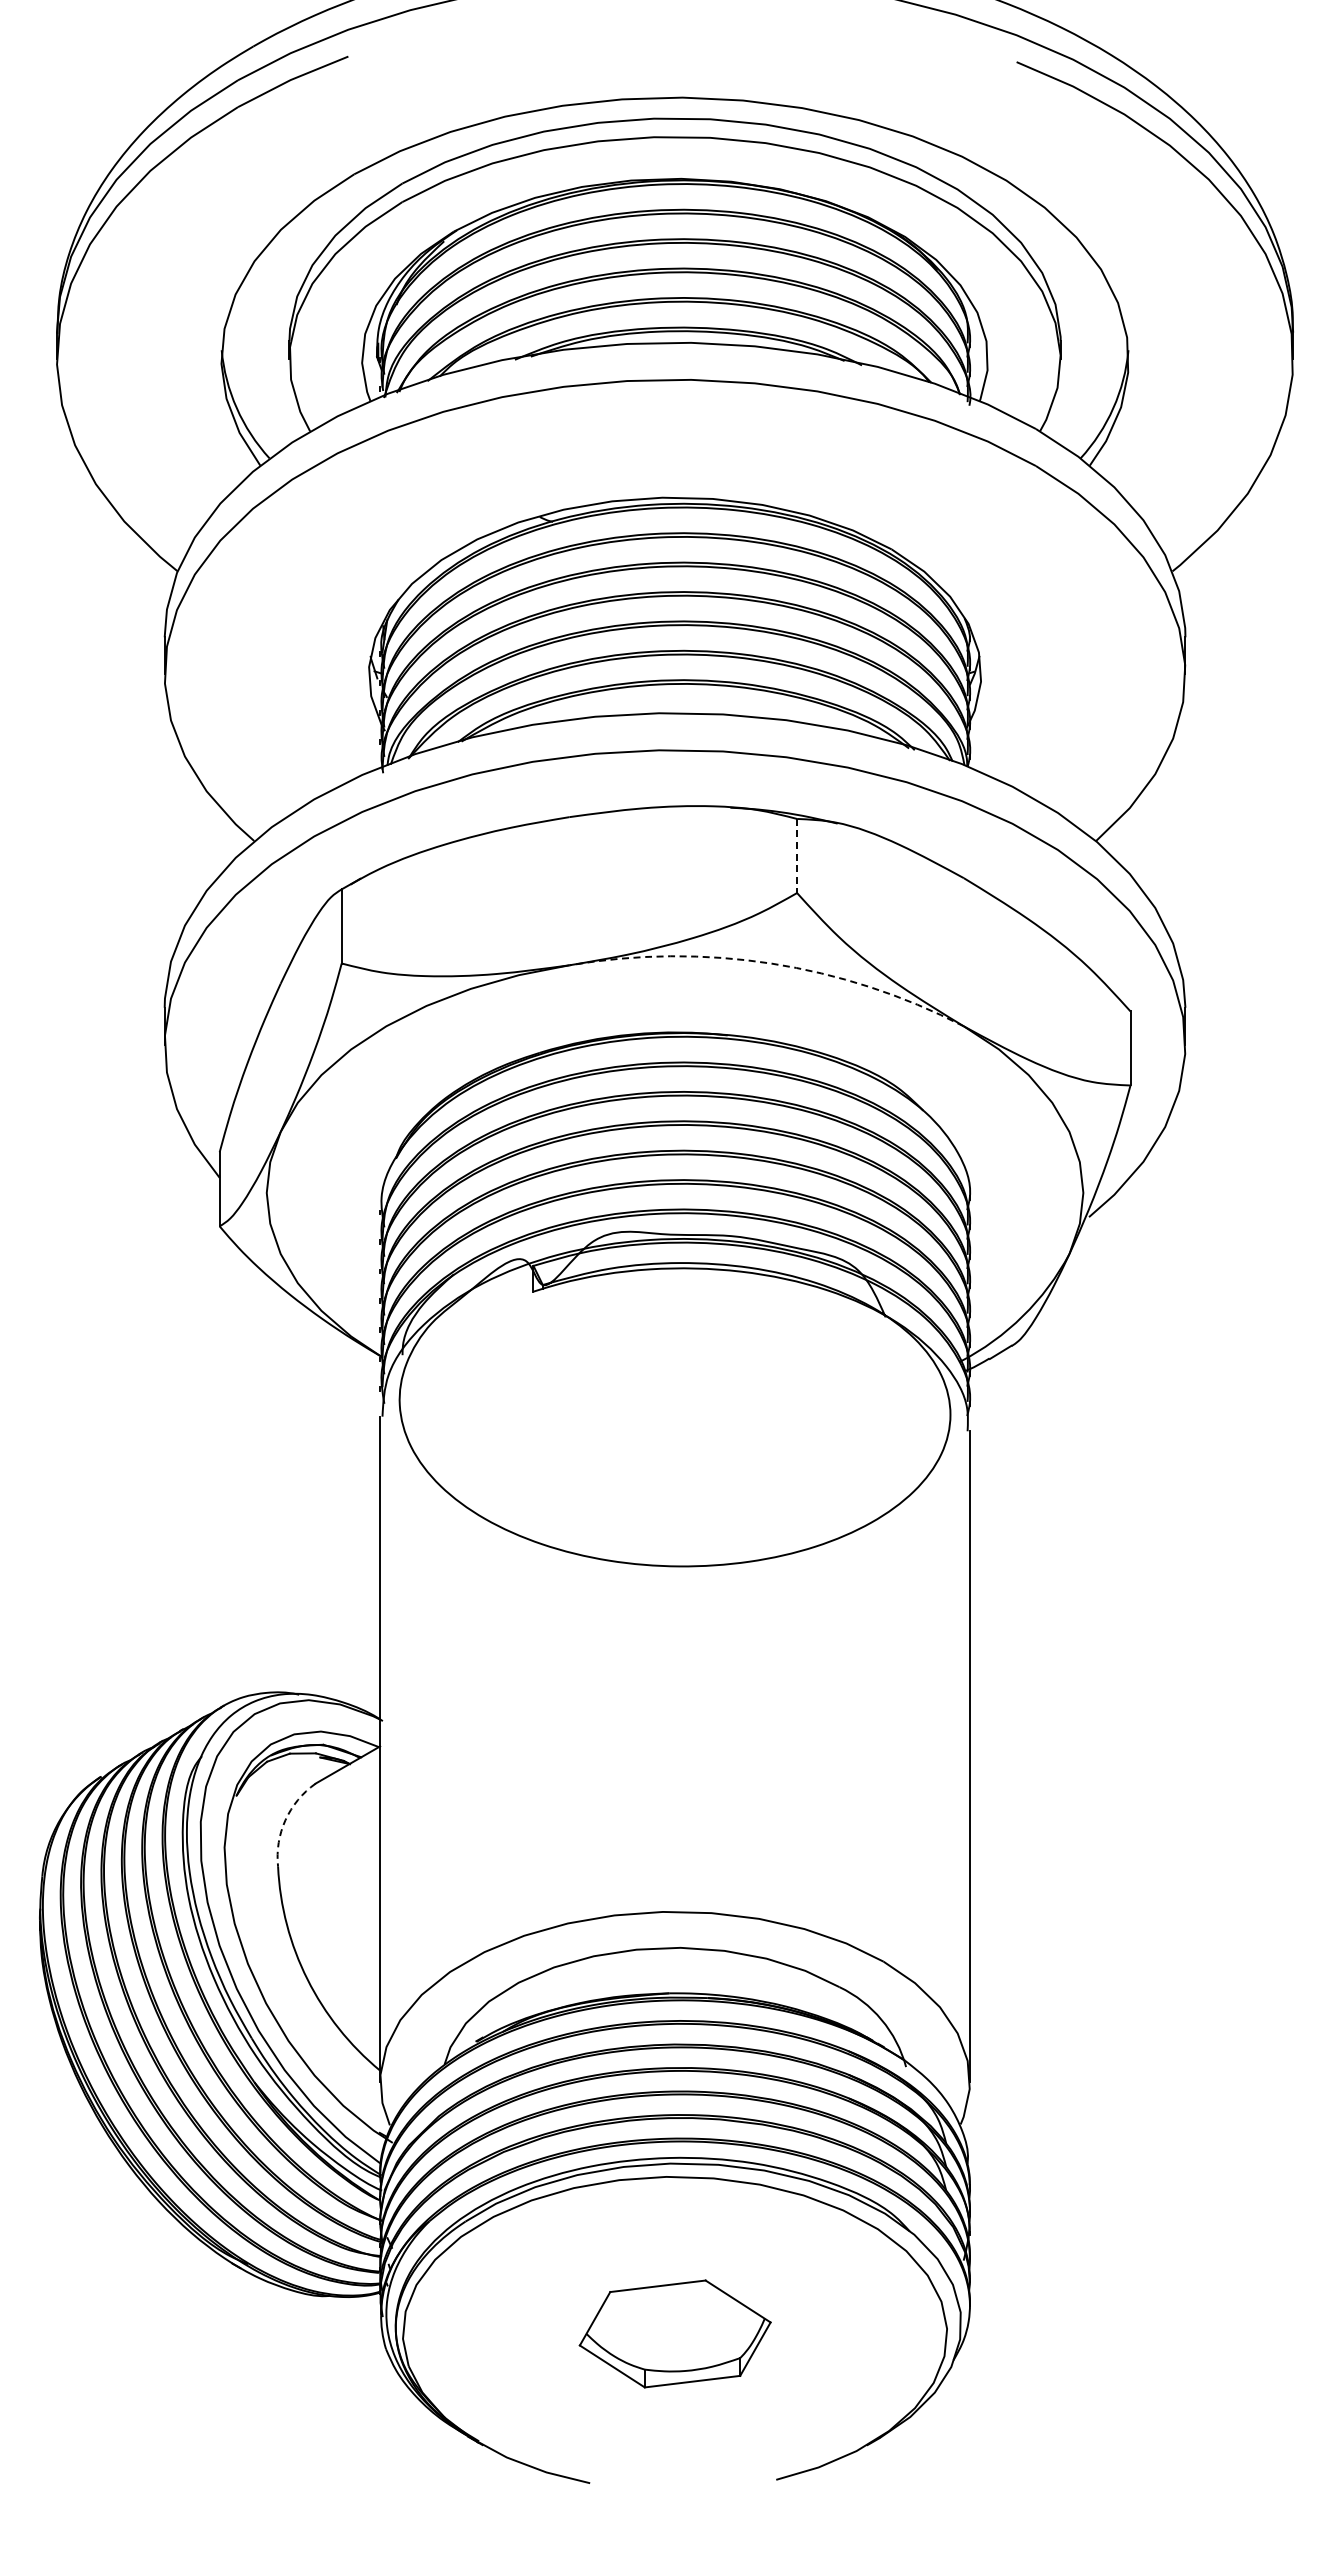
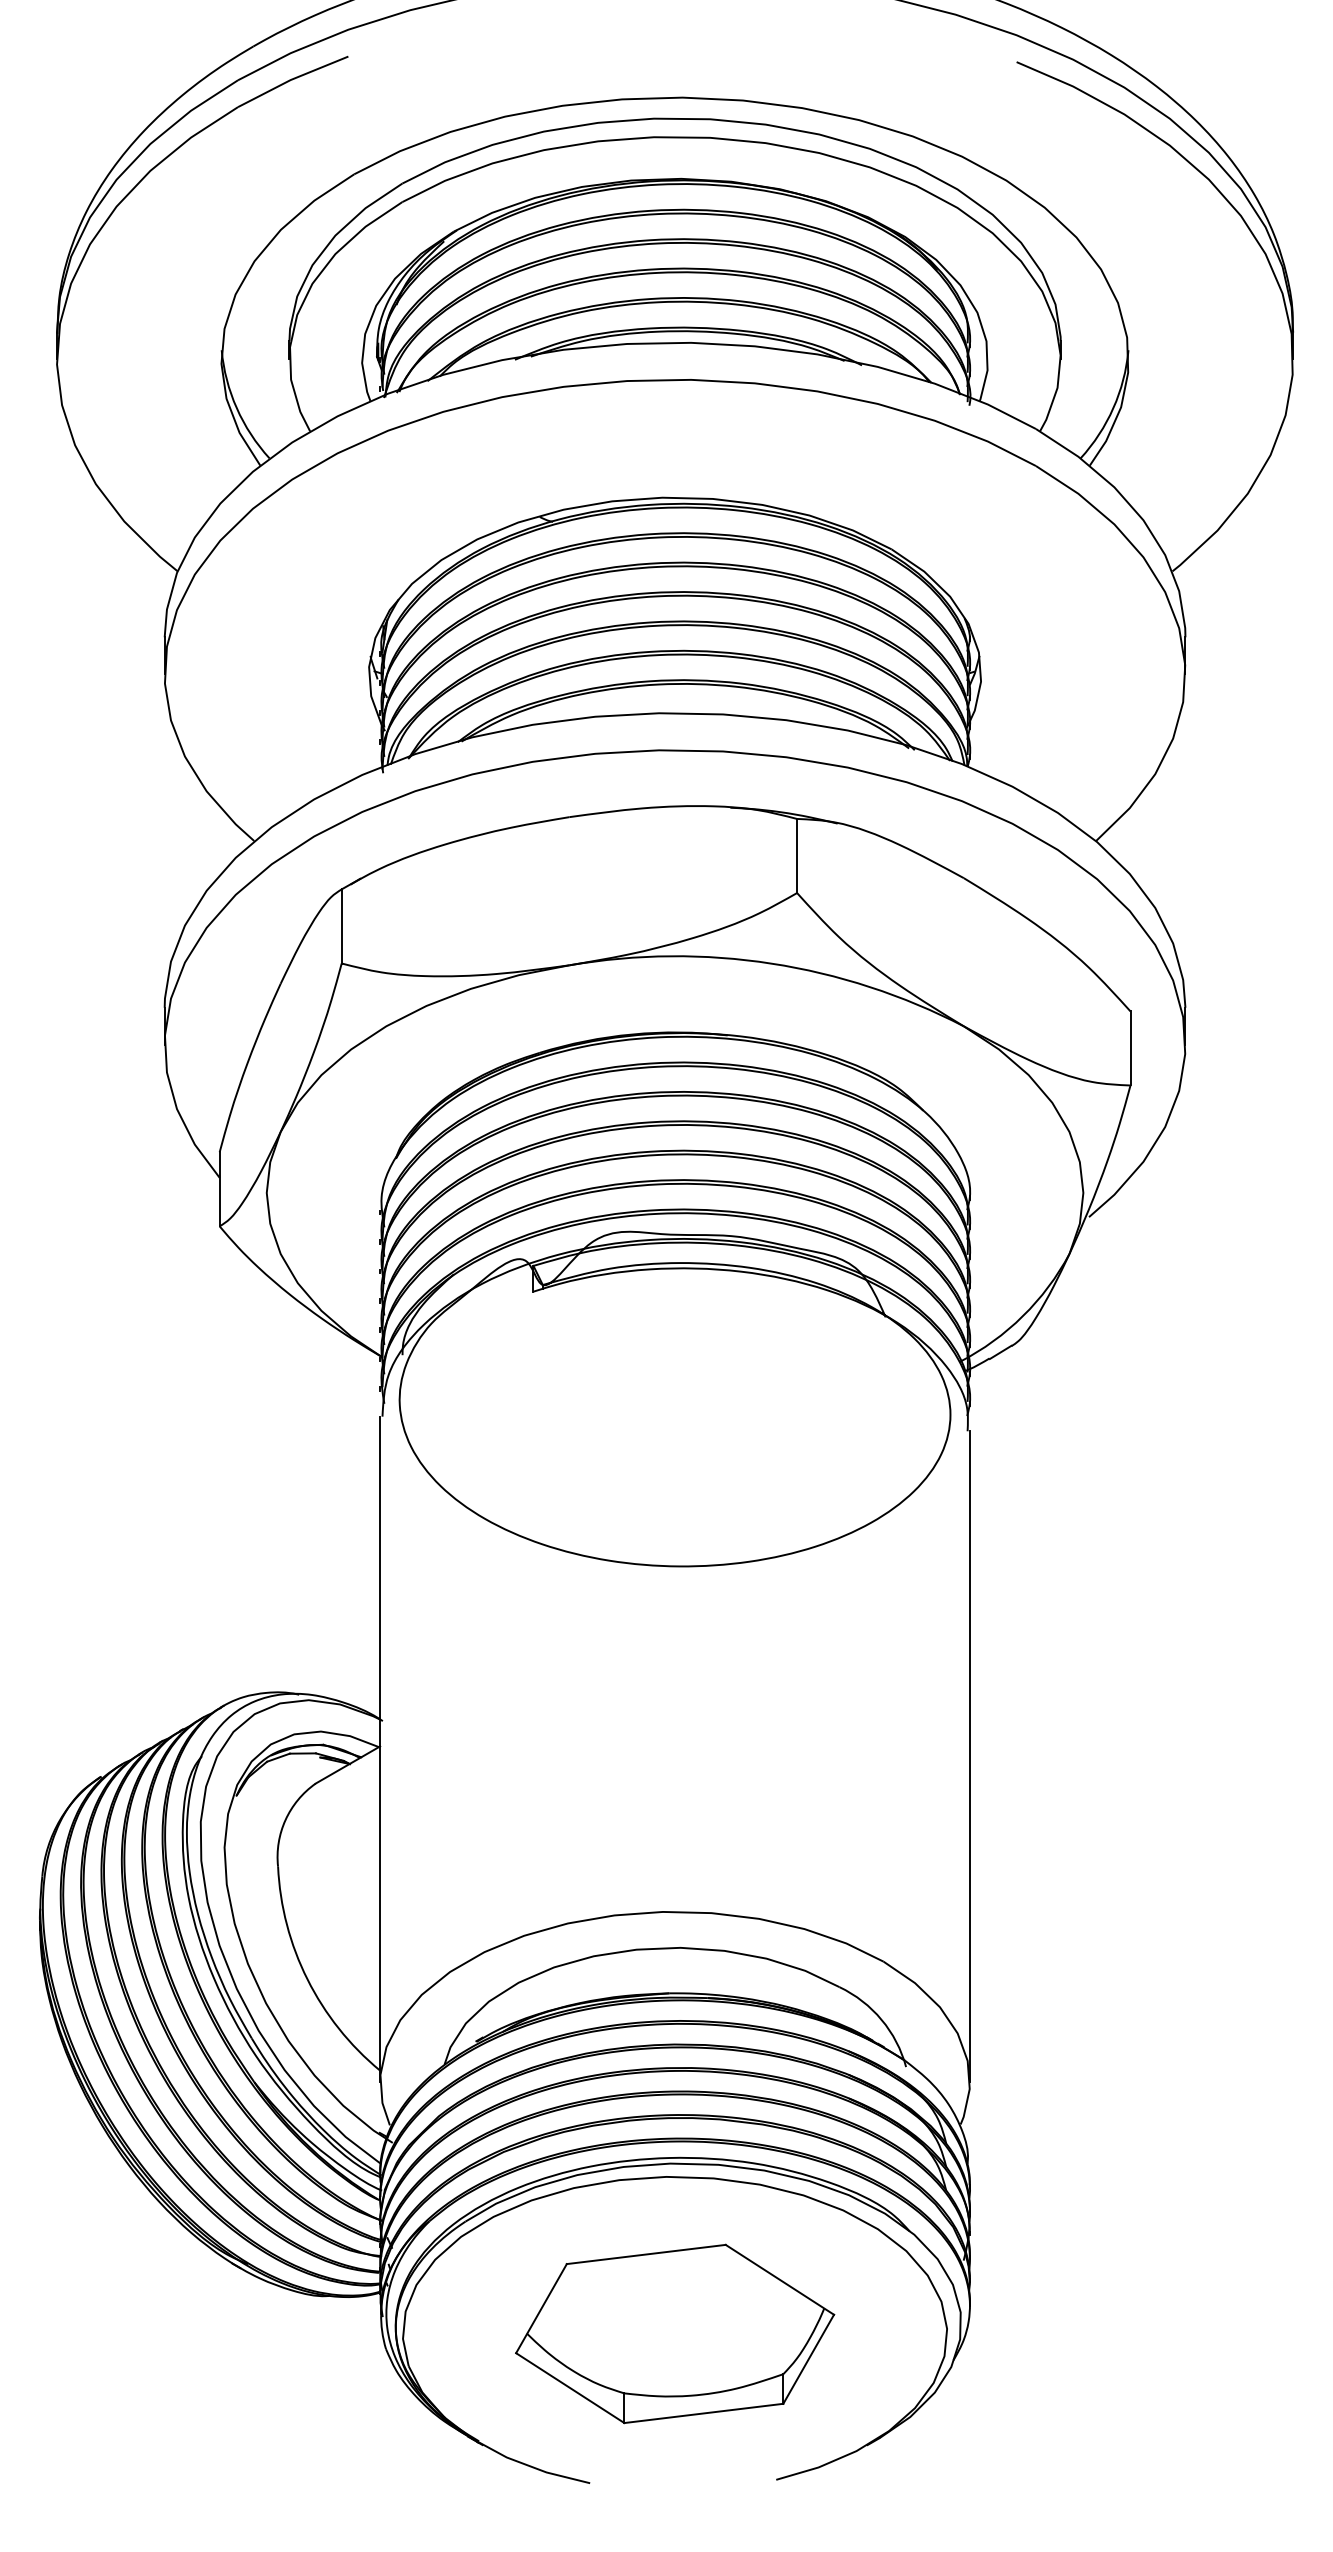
line at (797, 856): dashed -> solid
arc at (771, 963): dashed -> solid
arc at (285, 1820): dashed -> solid
part at (674, 2333) size: 194x110 px -> 321x182 px
